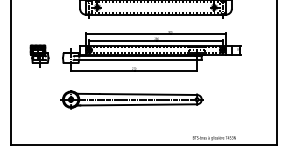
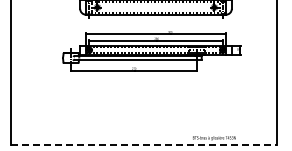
part at (39, 55): present -> none
part at (131, 99): present -> none
line at (143, 144): solid -> dashed
